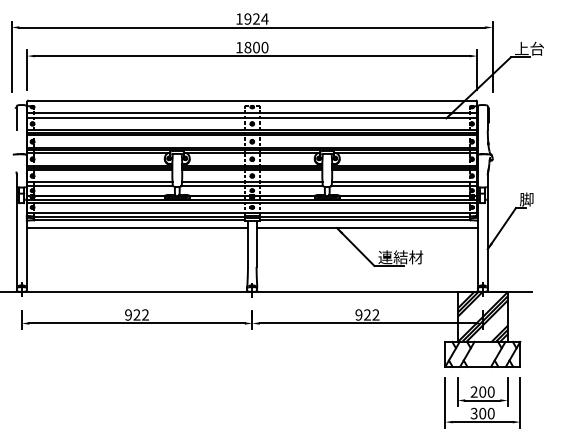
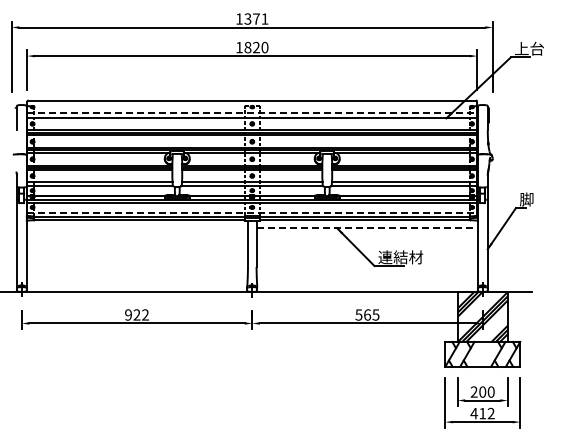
text at (256, 18): 1924 -> 1371
text at (256, 47): 1800 -> 1820
line at (252, 112): solid -> dashed
line at (252, 212): solid -> dashed
line at (136, 228): present -> none
line at (368, 228): solid -> dashed
text at (367, 314): 922 -> 565
text at (482, 413): 300 -> 412
